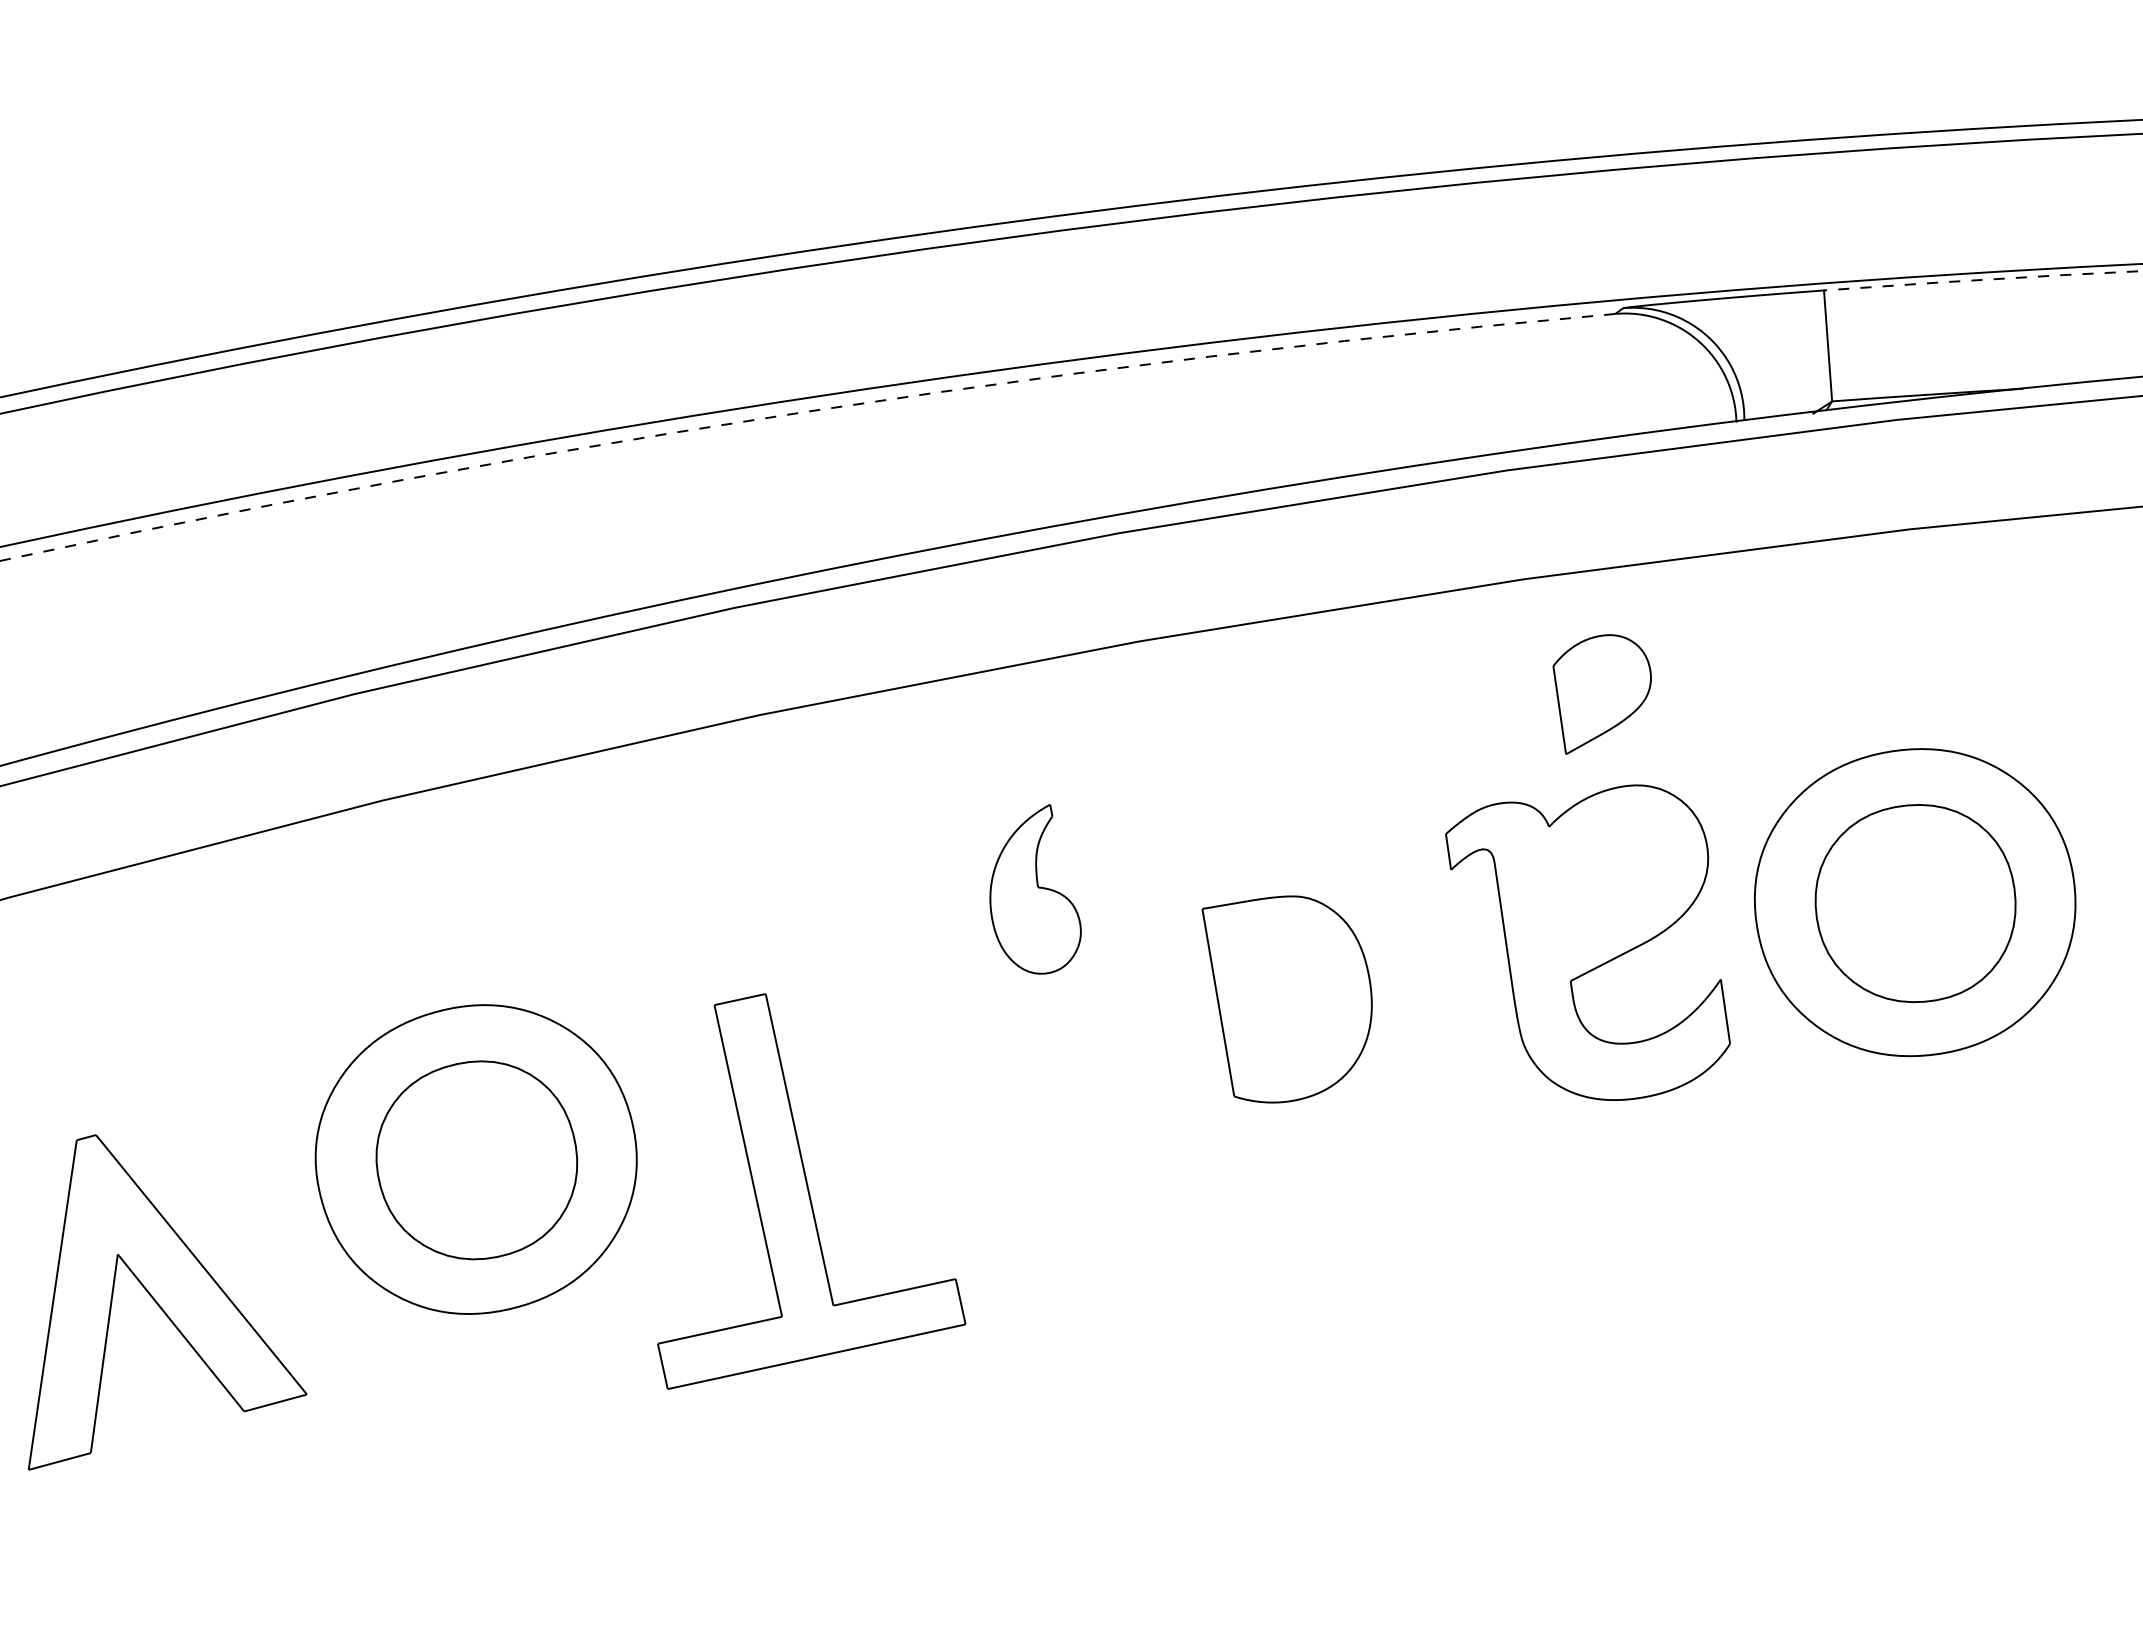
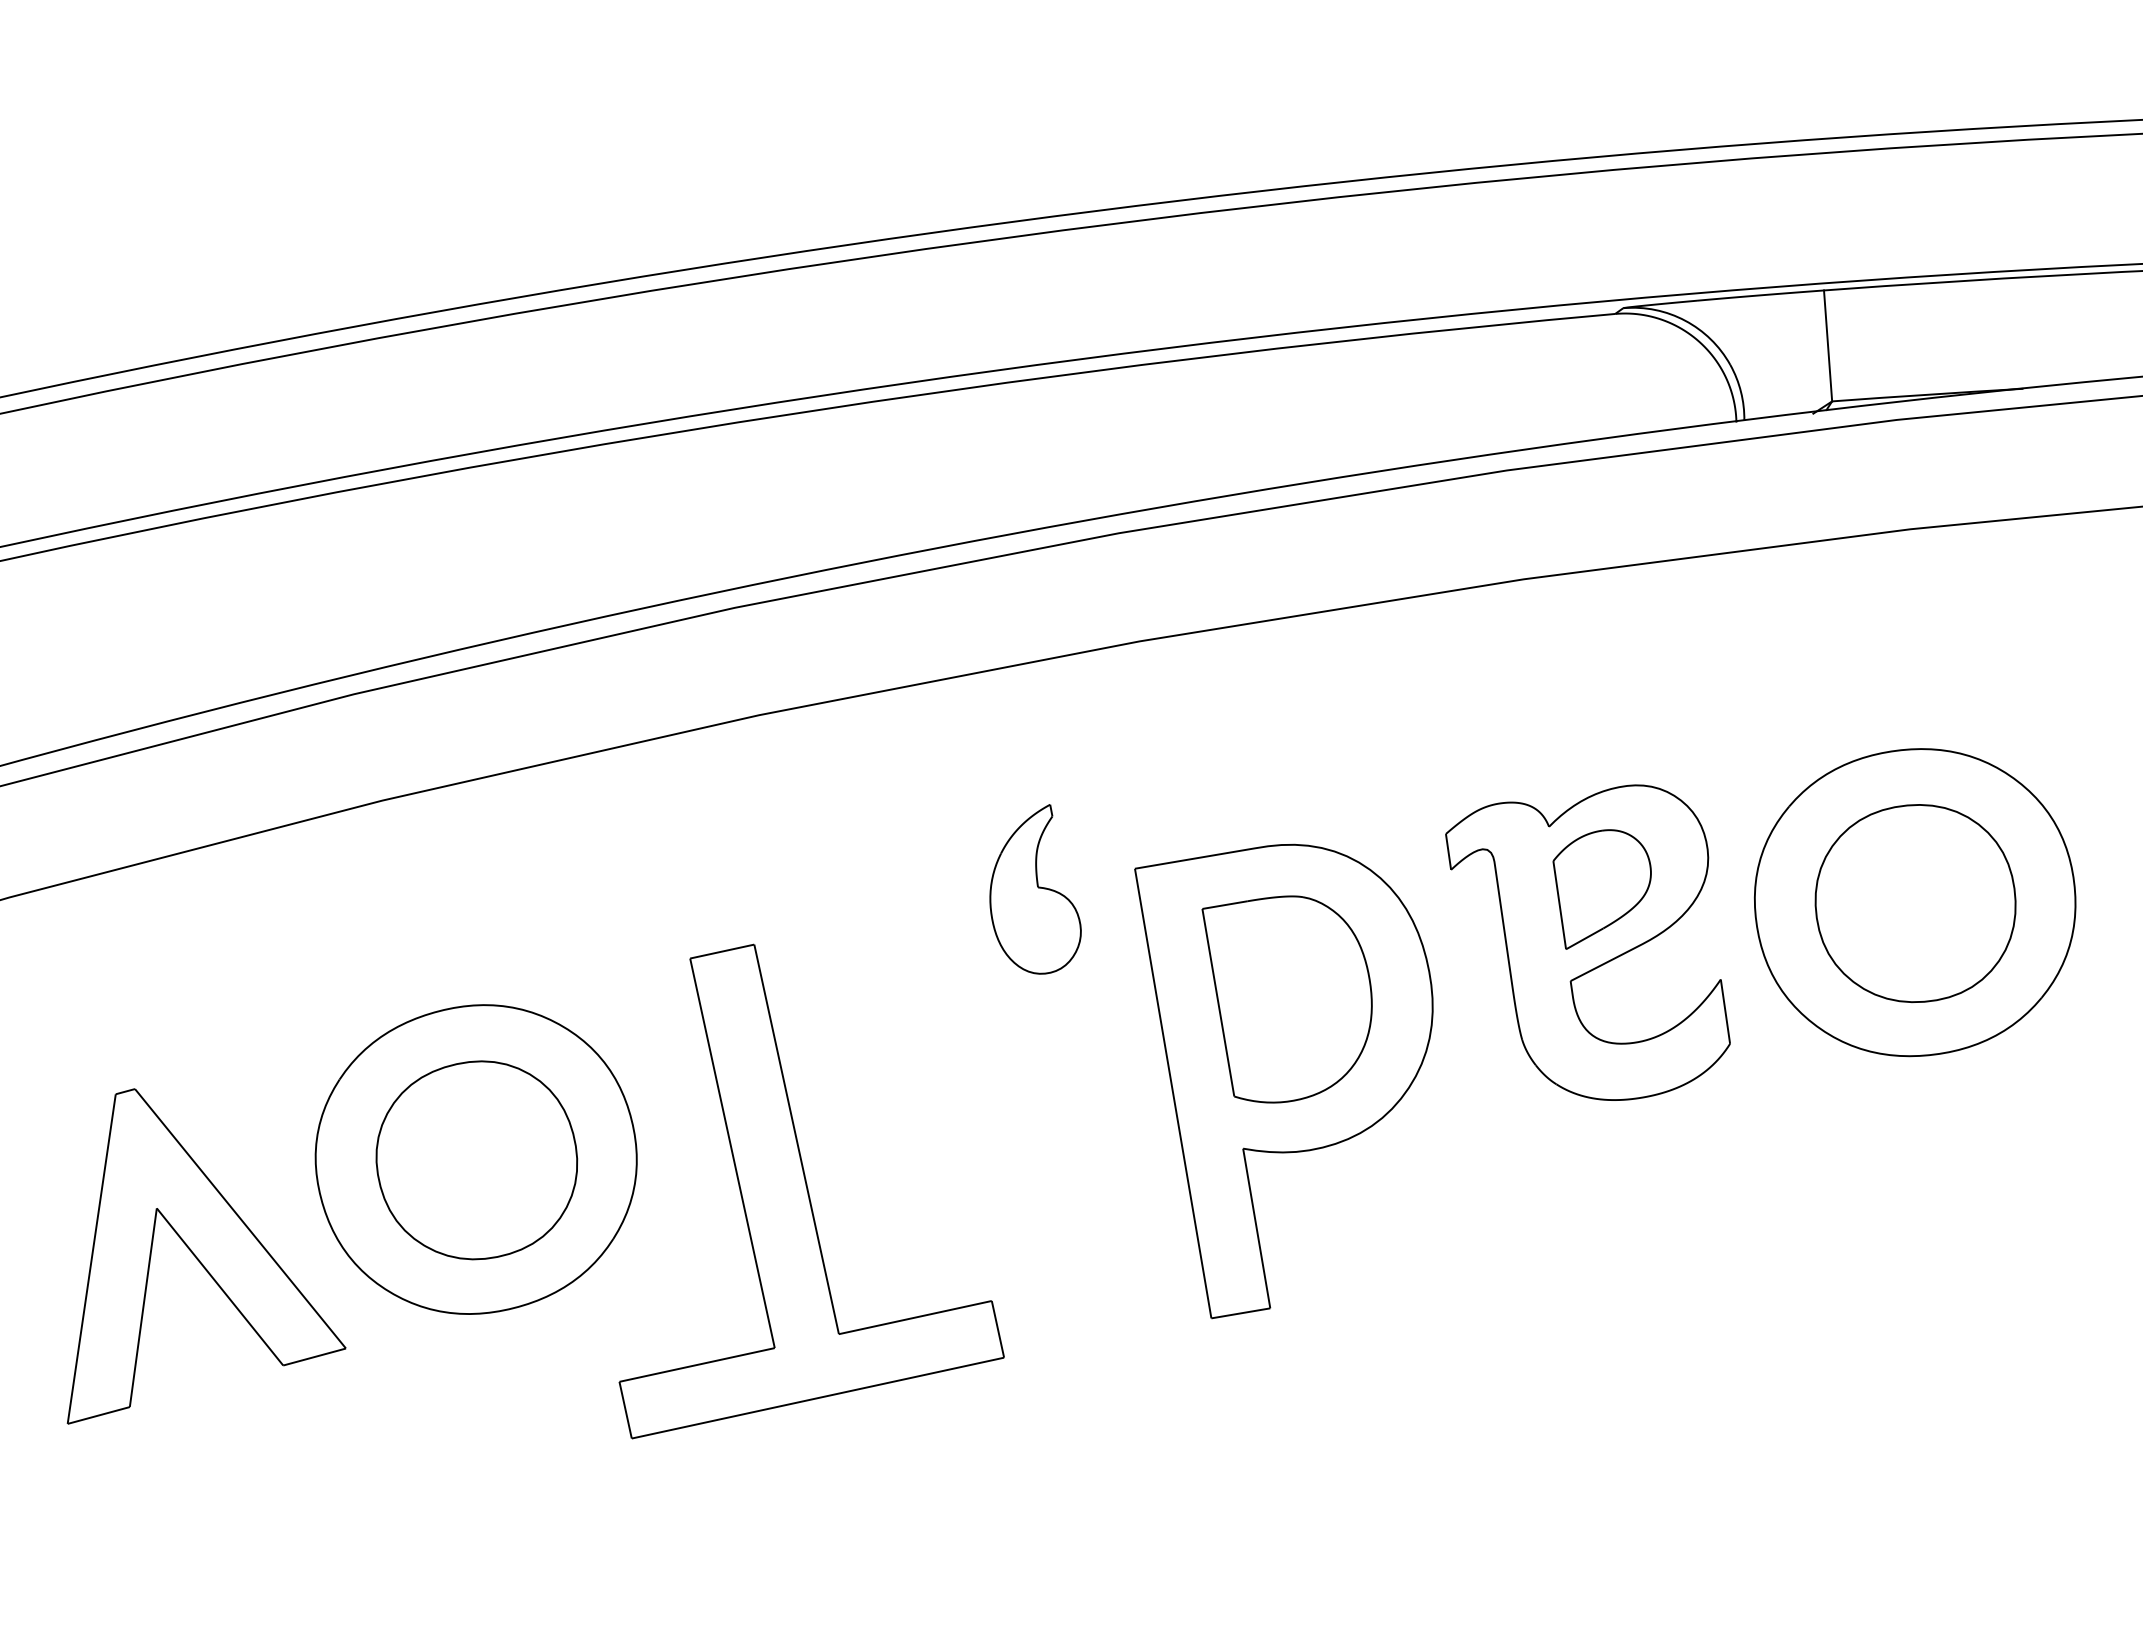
arc at (1983, 279): dashed -> solid
arc at (803, 412): dashed -> solid
part at (1601, 694) position: (1601, 694) -> (1601, 889)
part at (1283, 1081): none -> present
part at (811, 1191) size: 310x397 px -> 387x497 px
part at (167, 1302) position: (167, 1302) -> (206, 1256)
